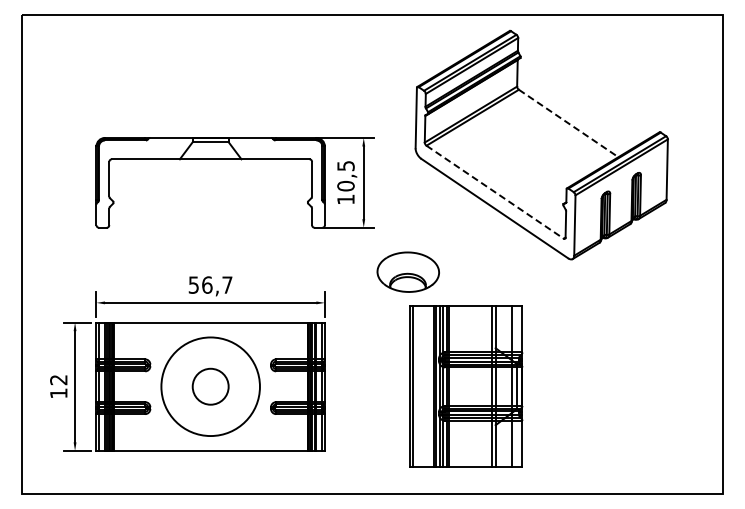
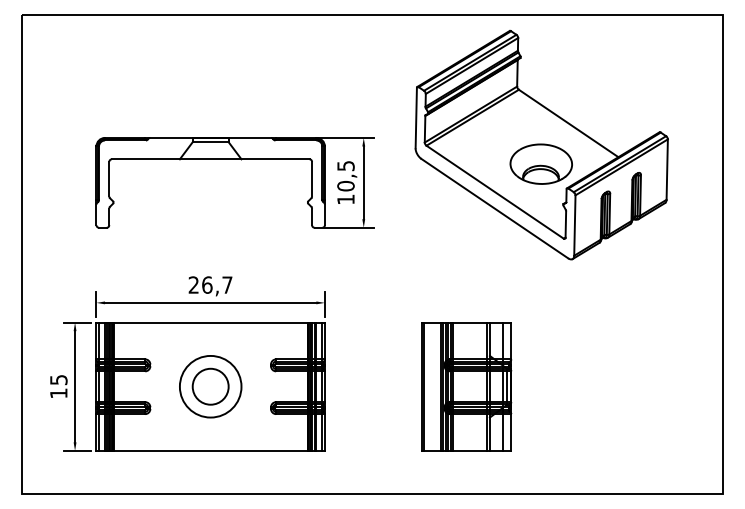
line at (569, 123): dashed -> solid
line at (495, 192): dashed -> solid
part at (407, 271) position: (407, 271) -> (540, 163)
text at (193, 284): 56,7 -> 26,7
text at (58, 380): 12 -> 15
circle at (210, 386) diameter: 99 px -> 62 px
part at (466, 386) size: 115x163 px -> 92x130 px
